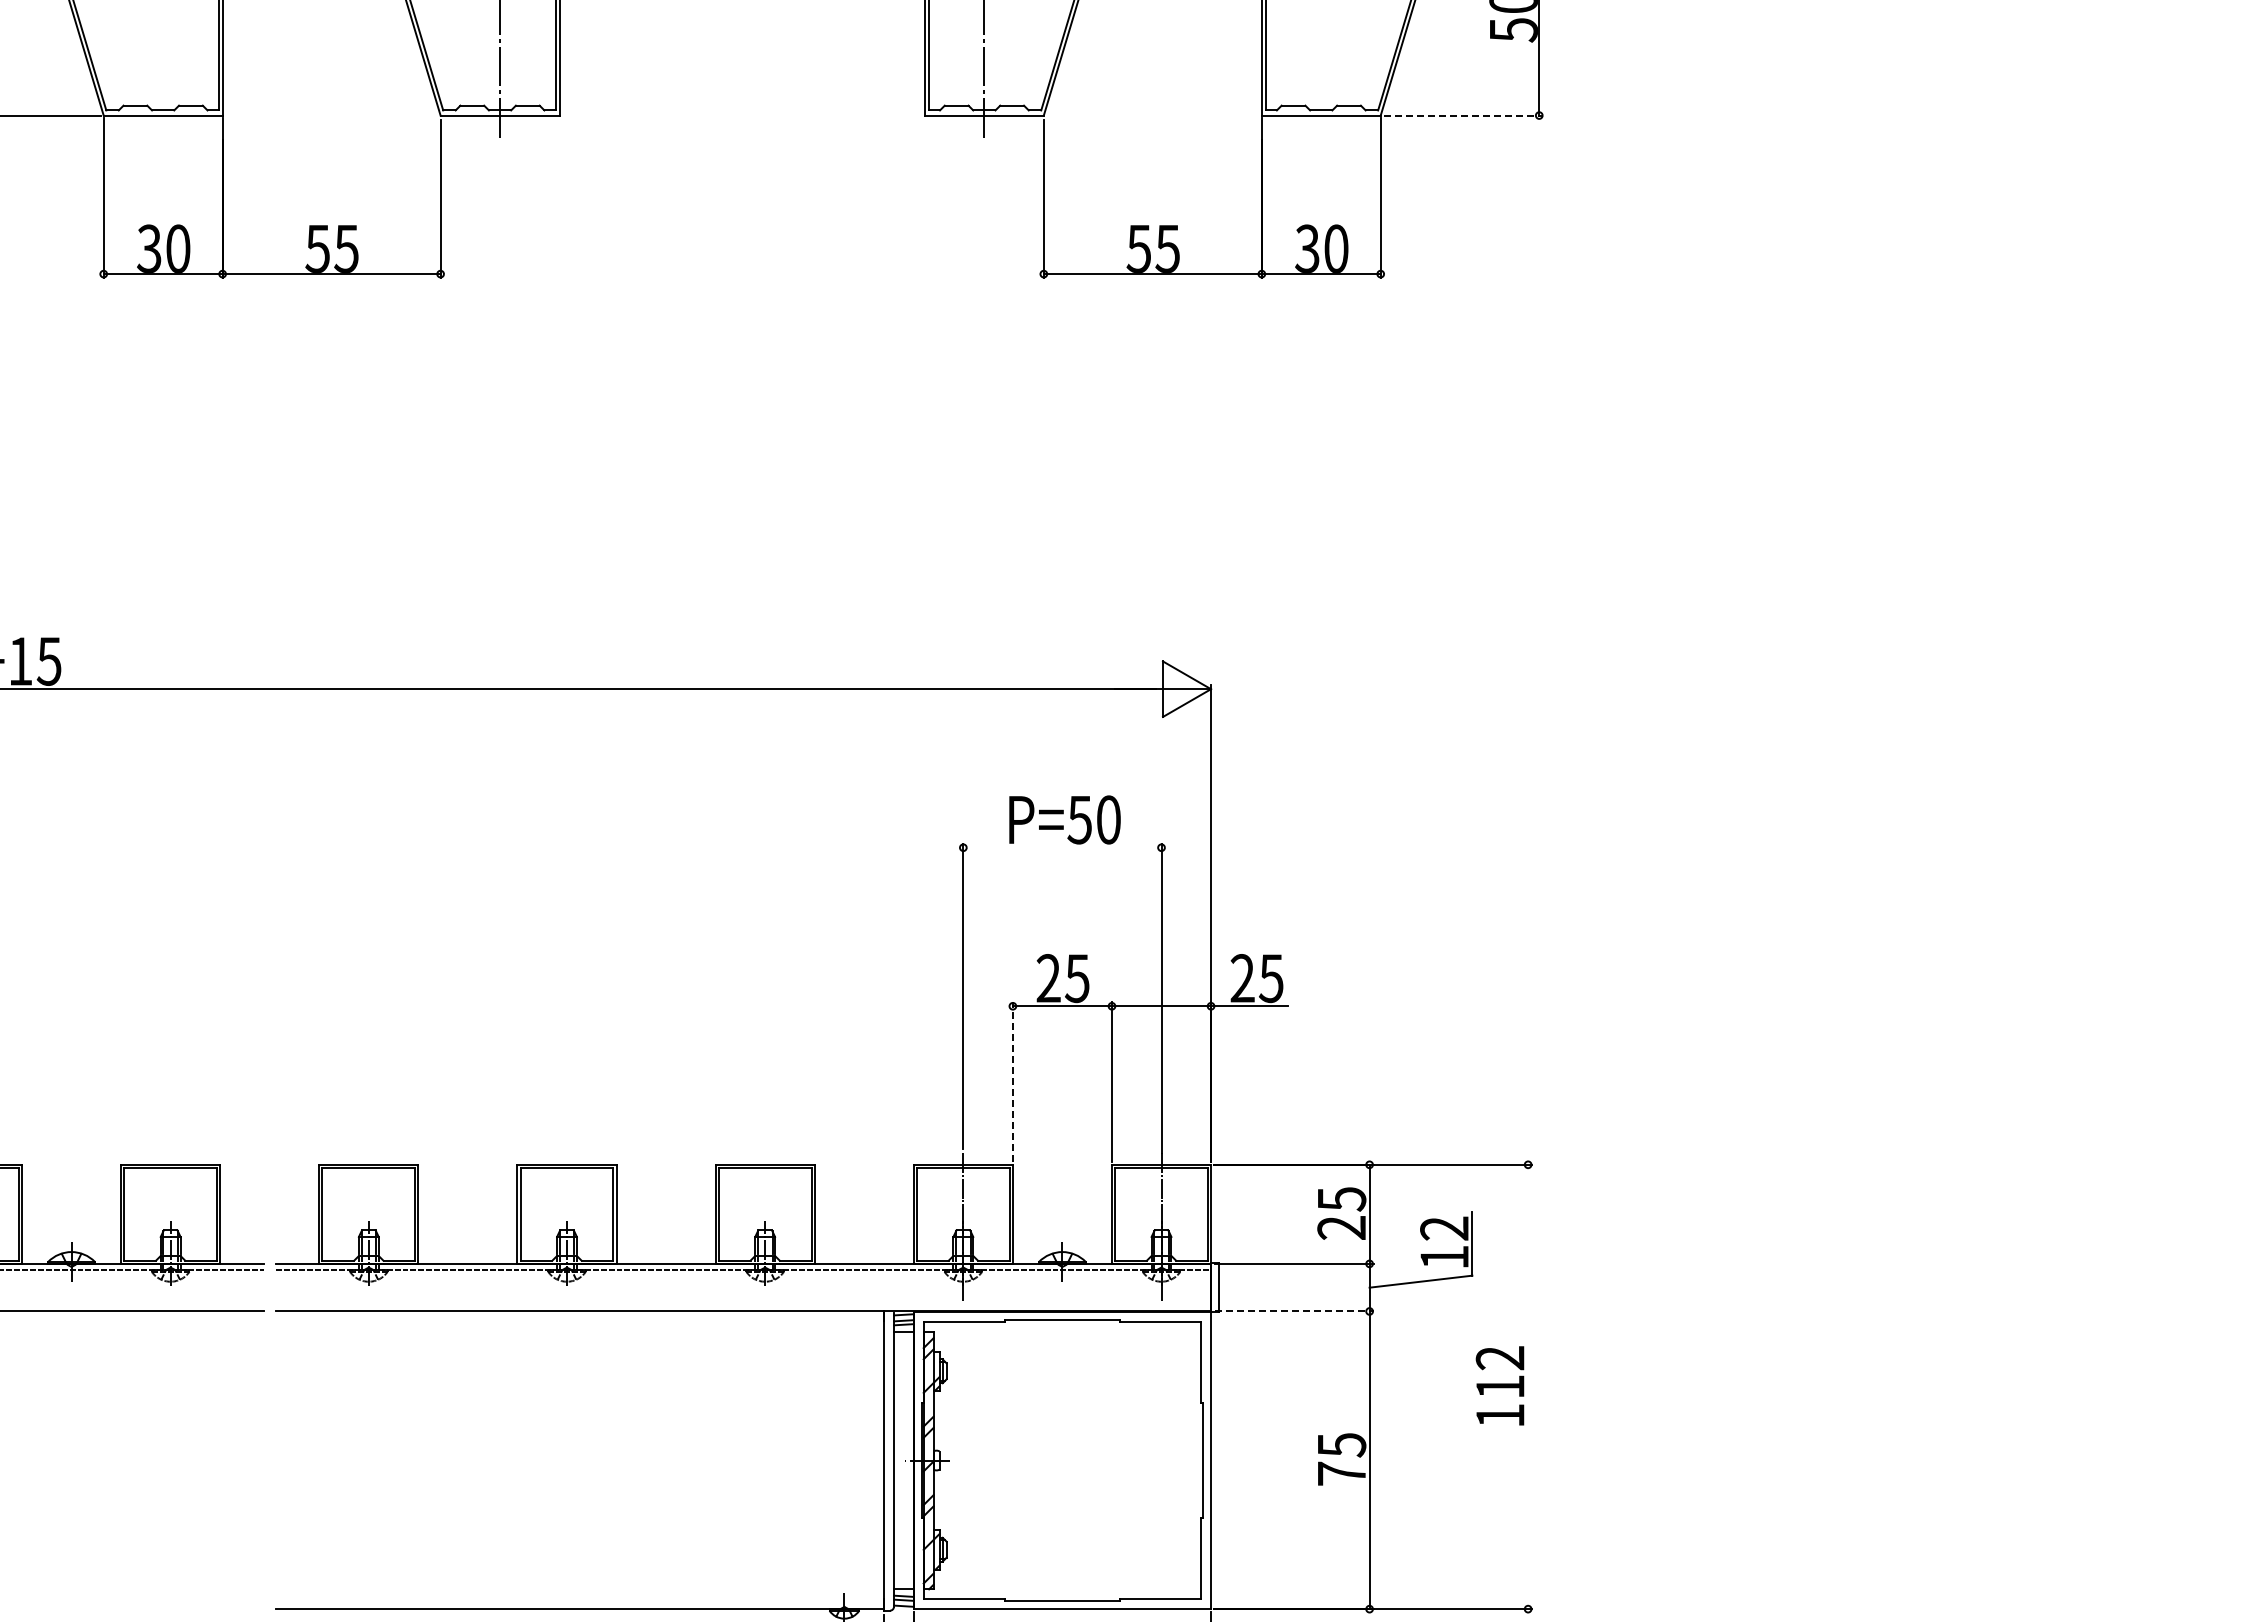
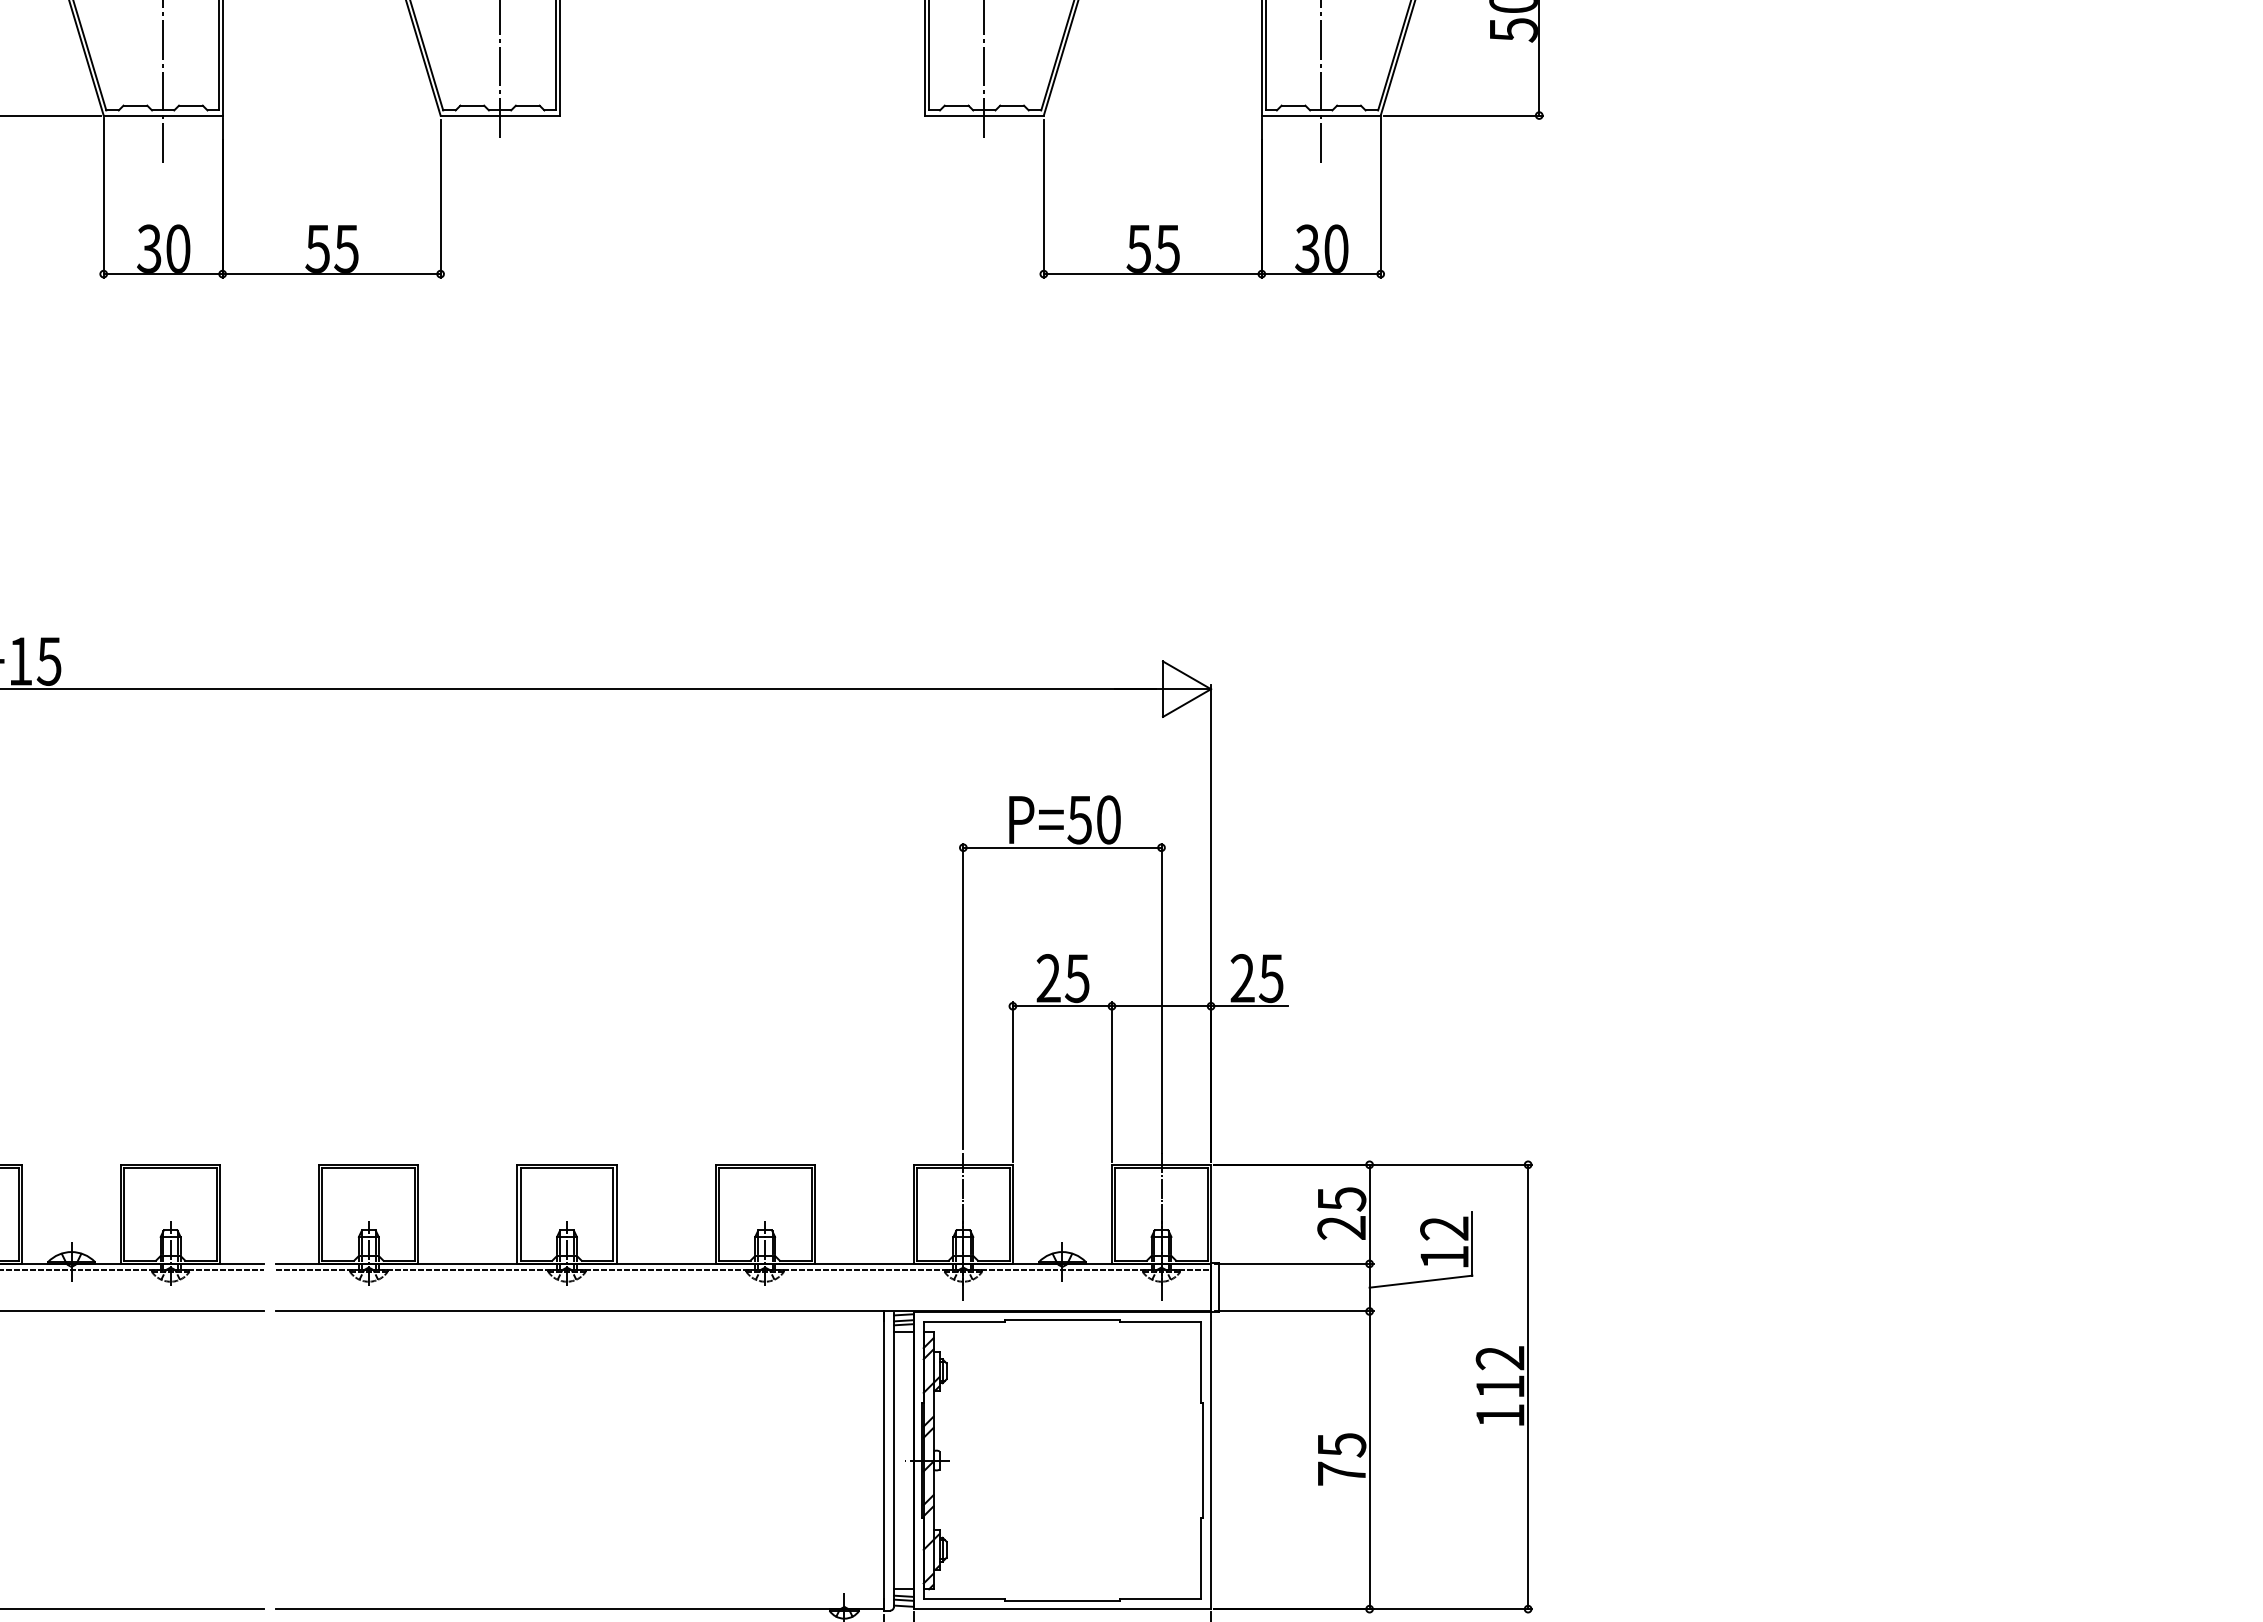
line at (163, 82): none -> present
line at (1321, 82): none -> present
line at (1463, 115): dashed -> solid
line at (1062, 847): none -> present
line at (1012, 1082): dashed -> solid
line at (1294, 1311): dashed -> solid
line at (1528, 1386): none -> present
line at (132, 1608): none -> present
